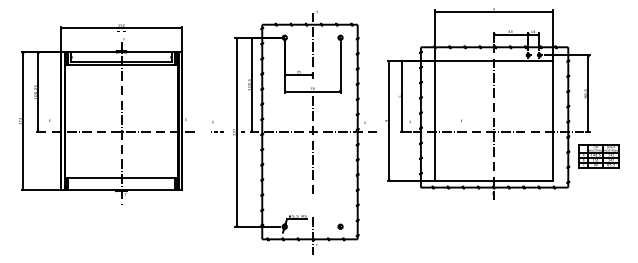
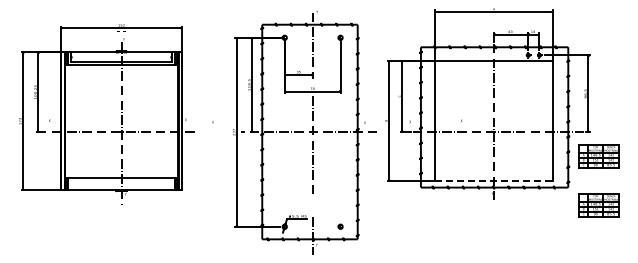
line at (217, 131): present -> none
line at (494, 180): solid -> dashed
part at (598, 205): none -> present
